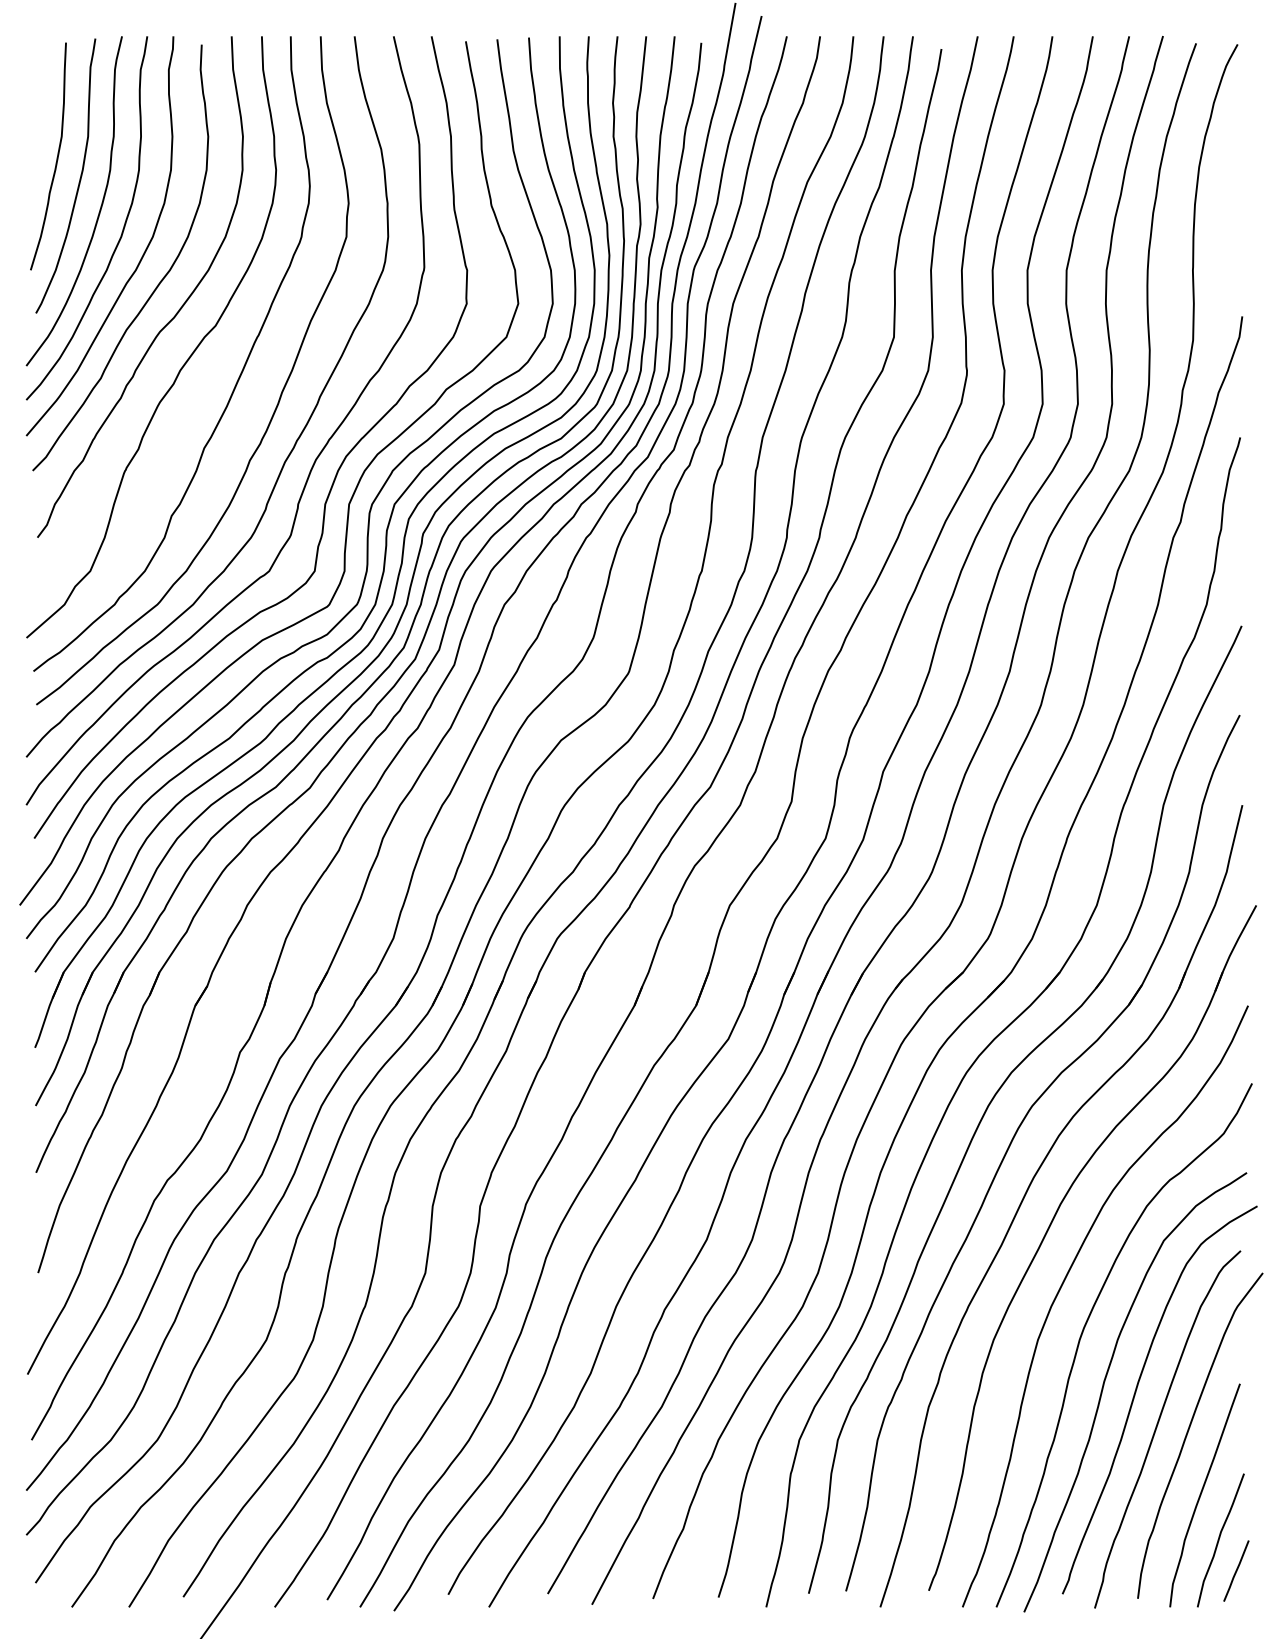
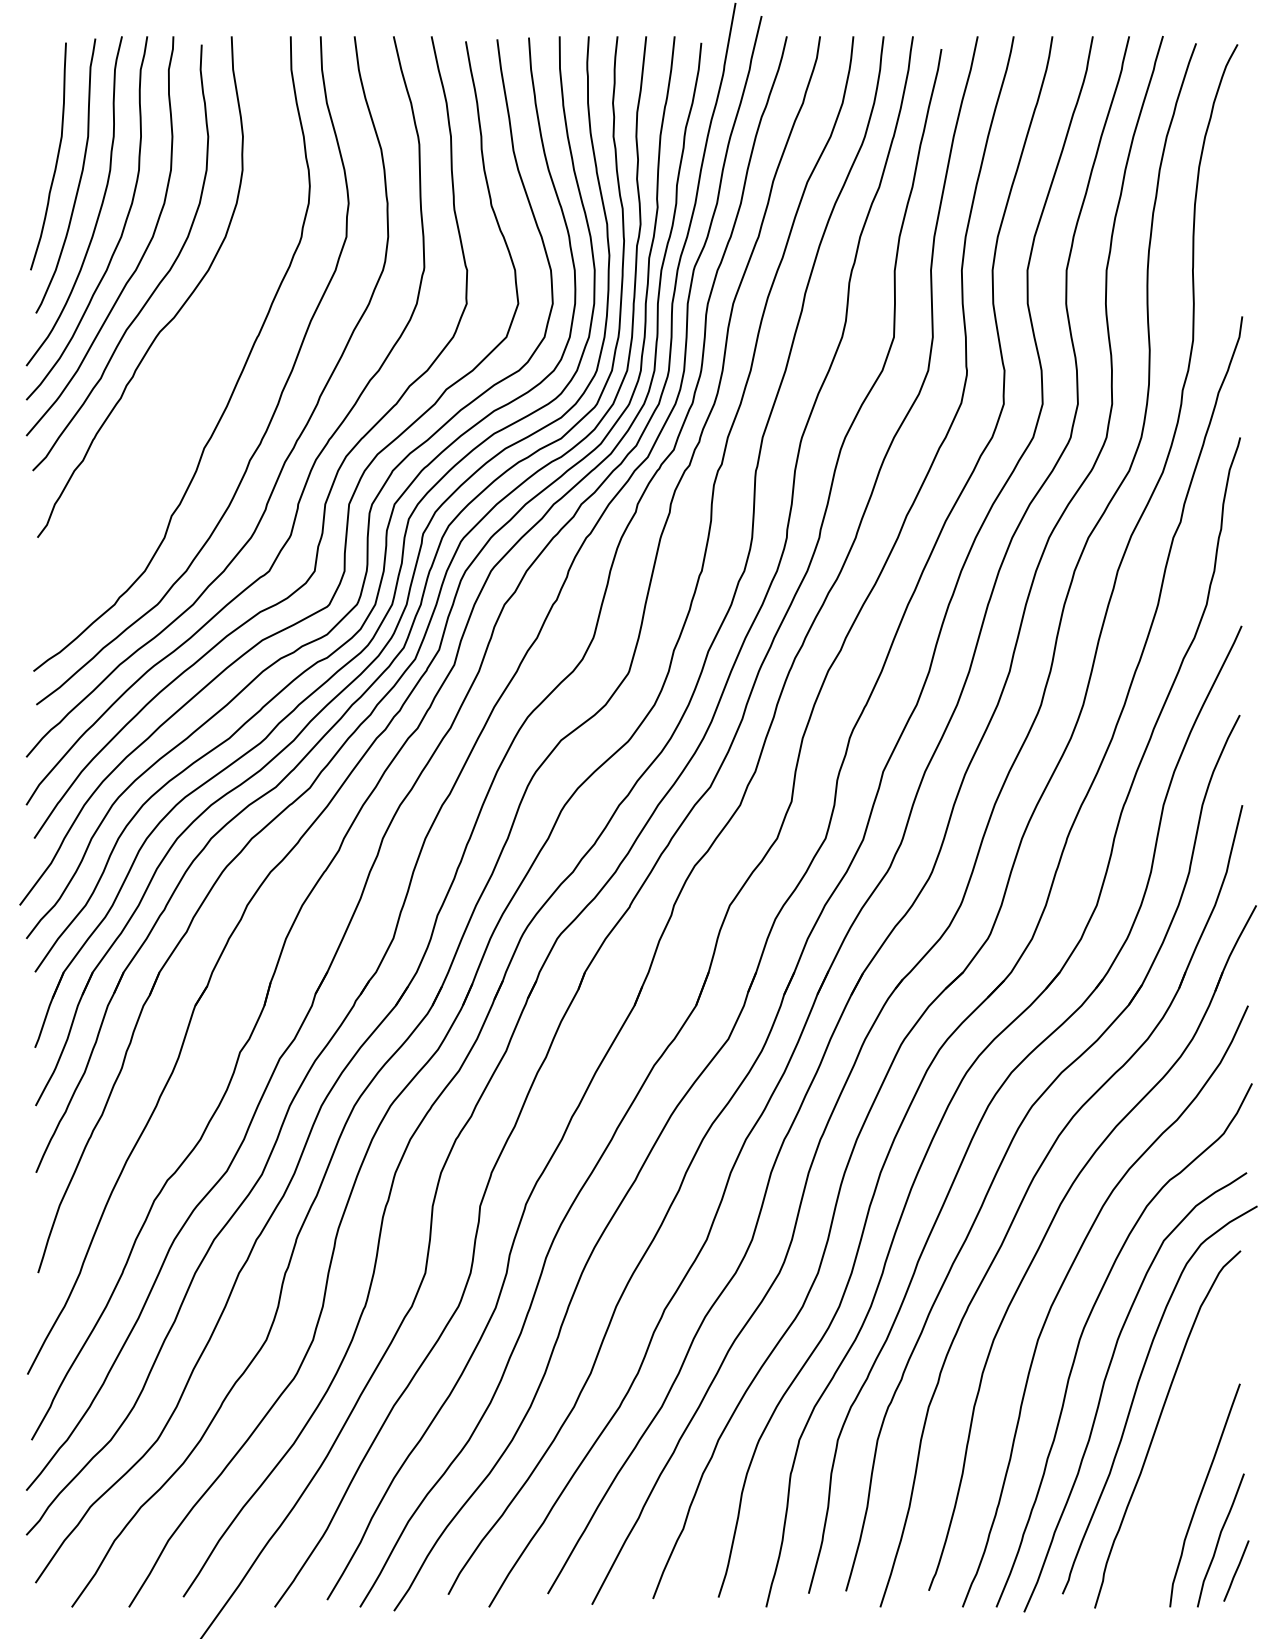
curve at (185, 361): present -> none
curve at (1189, 1430): present -> none
